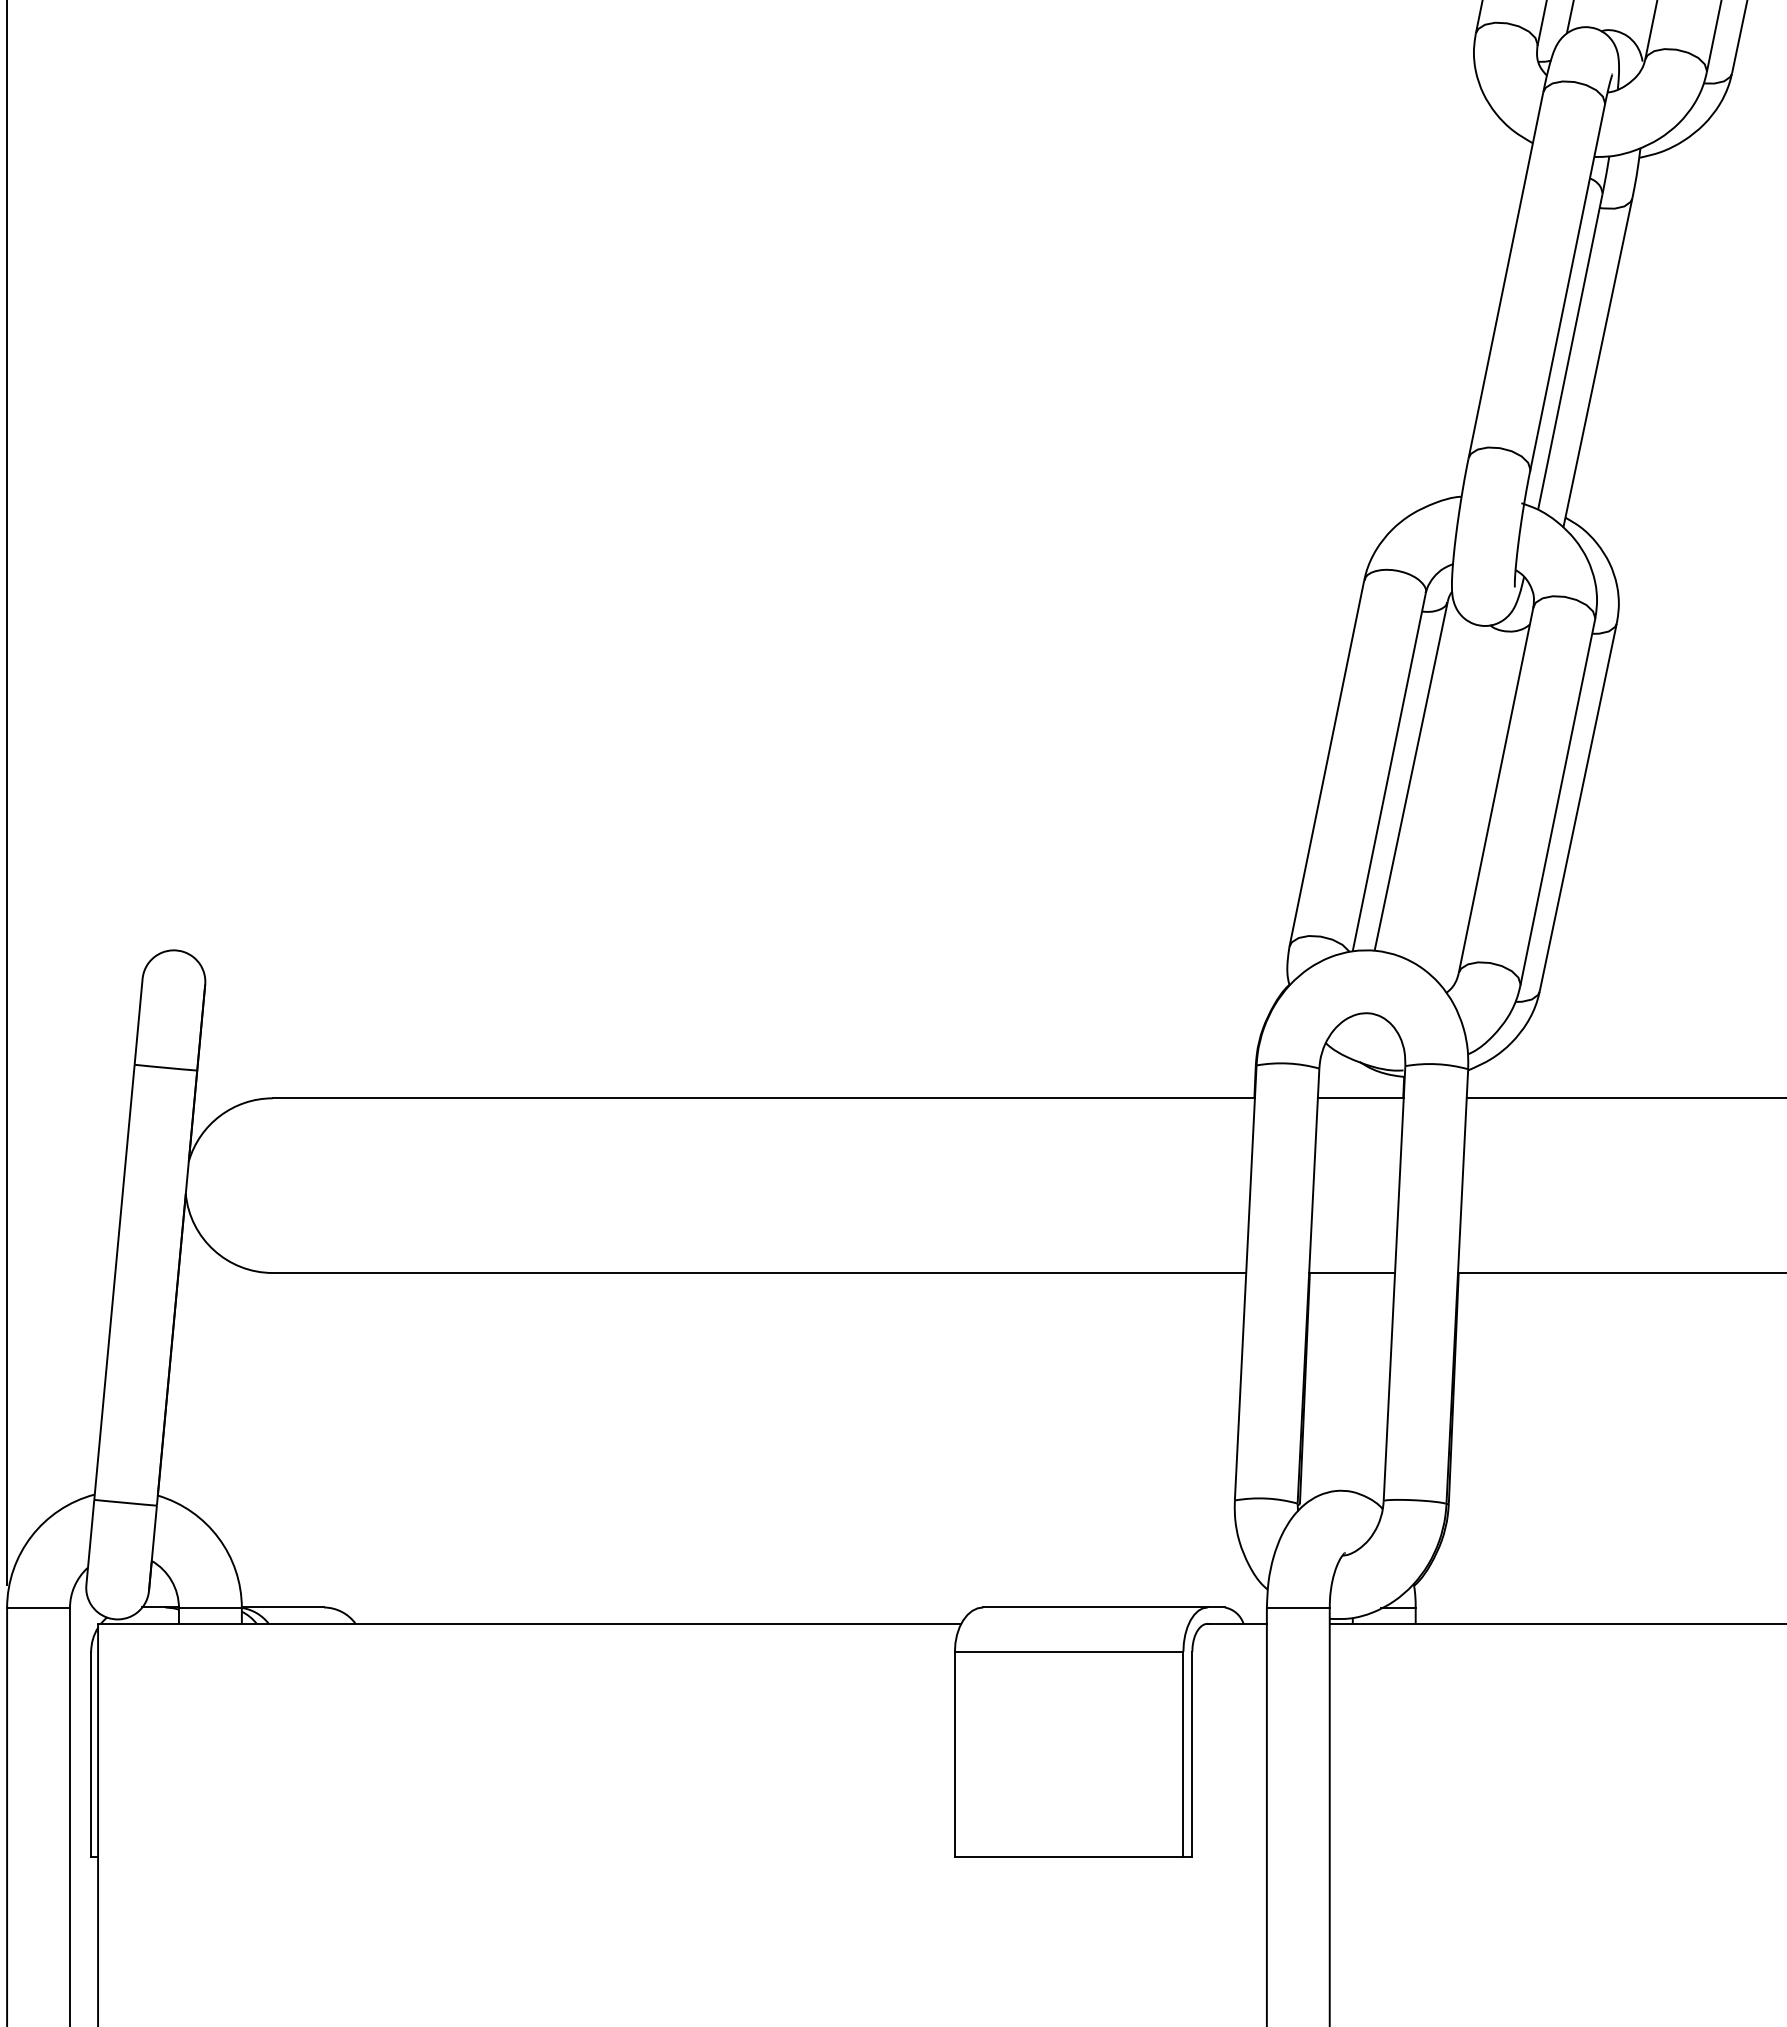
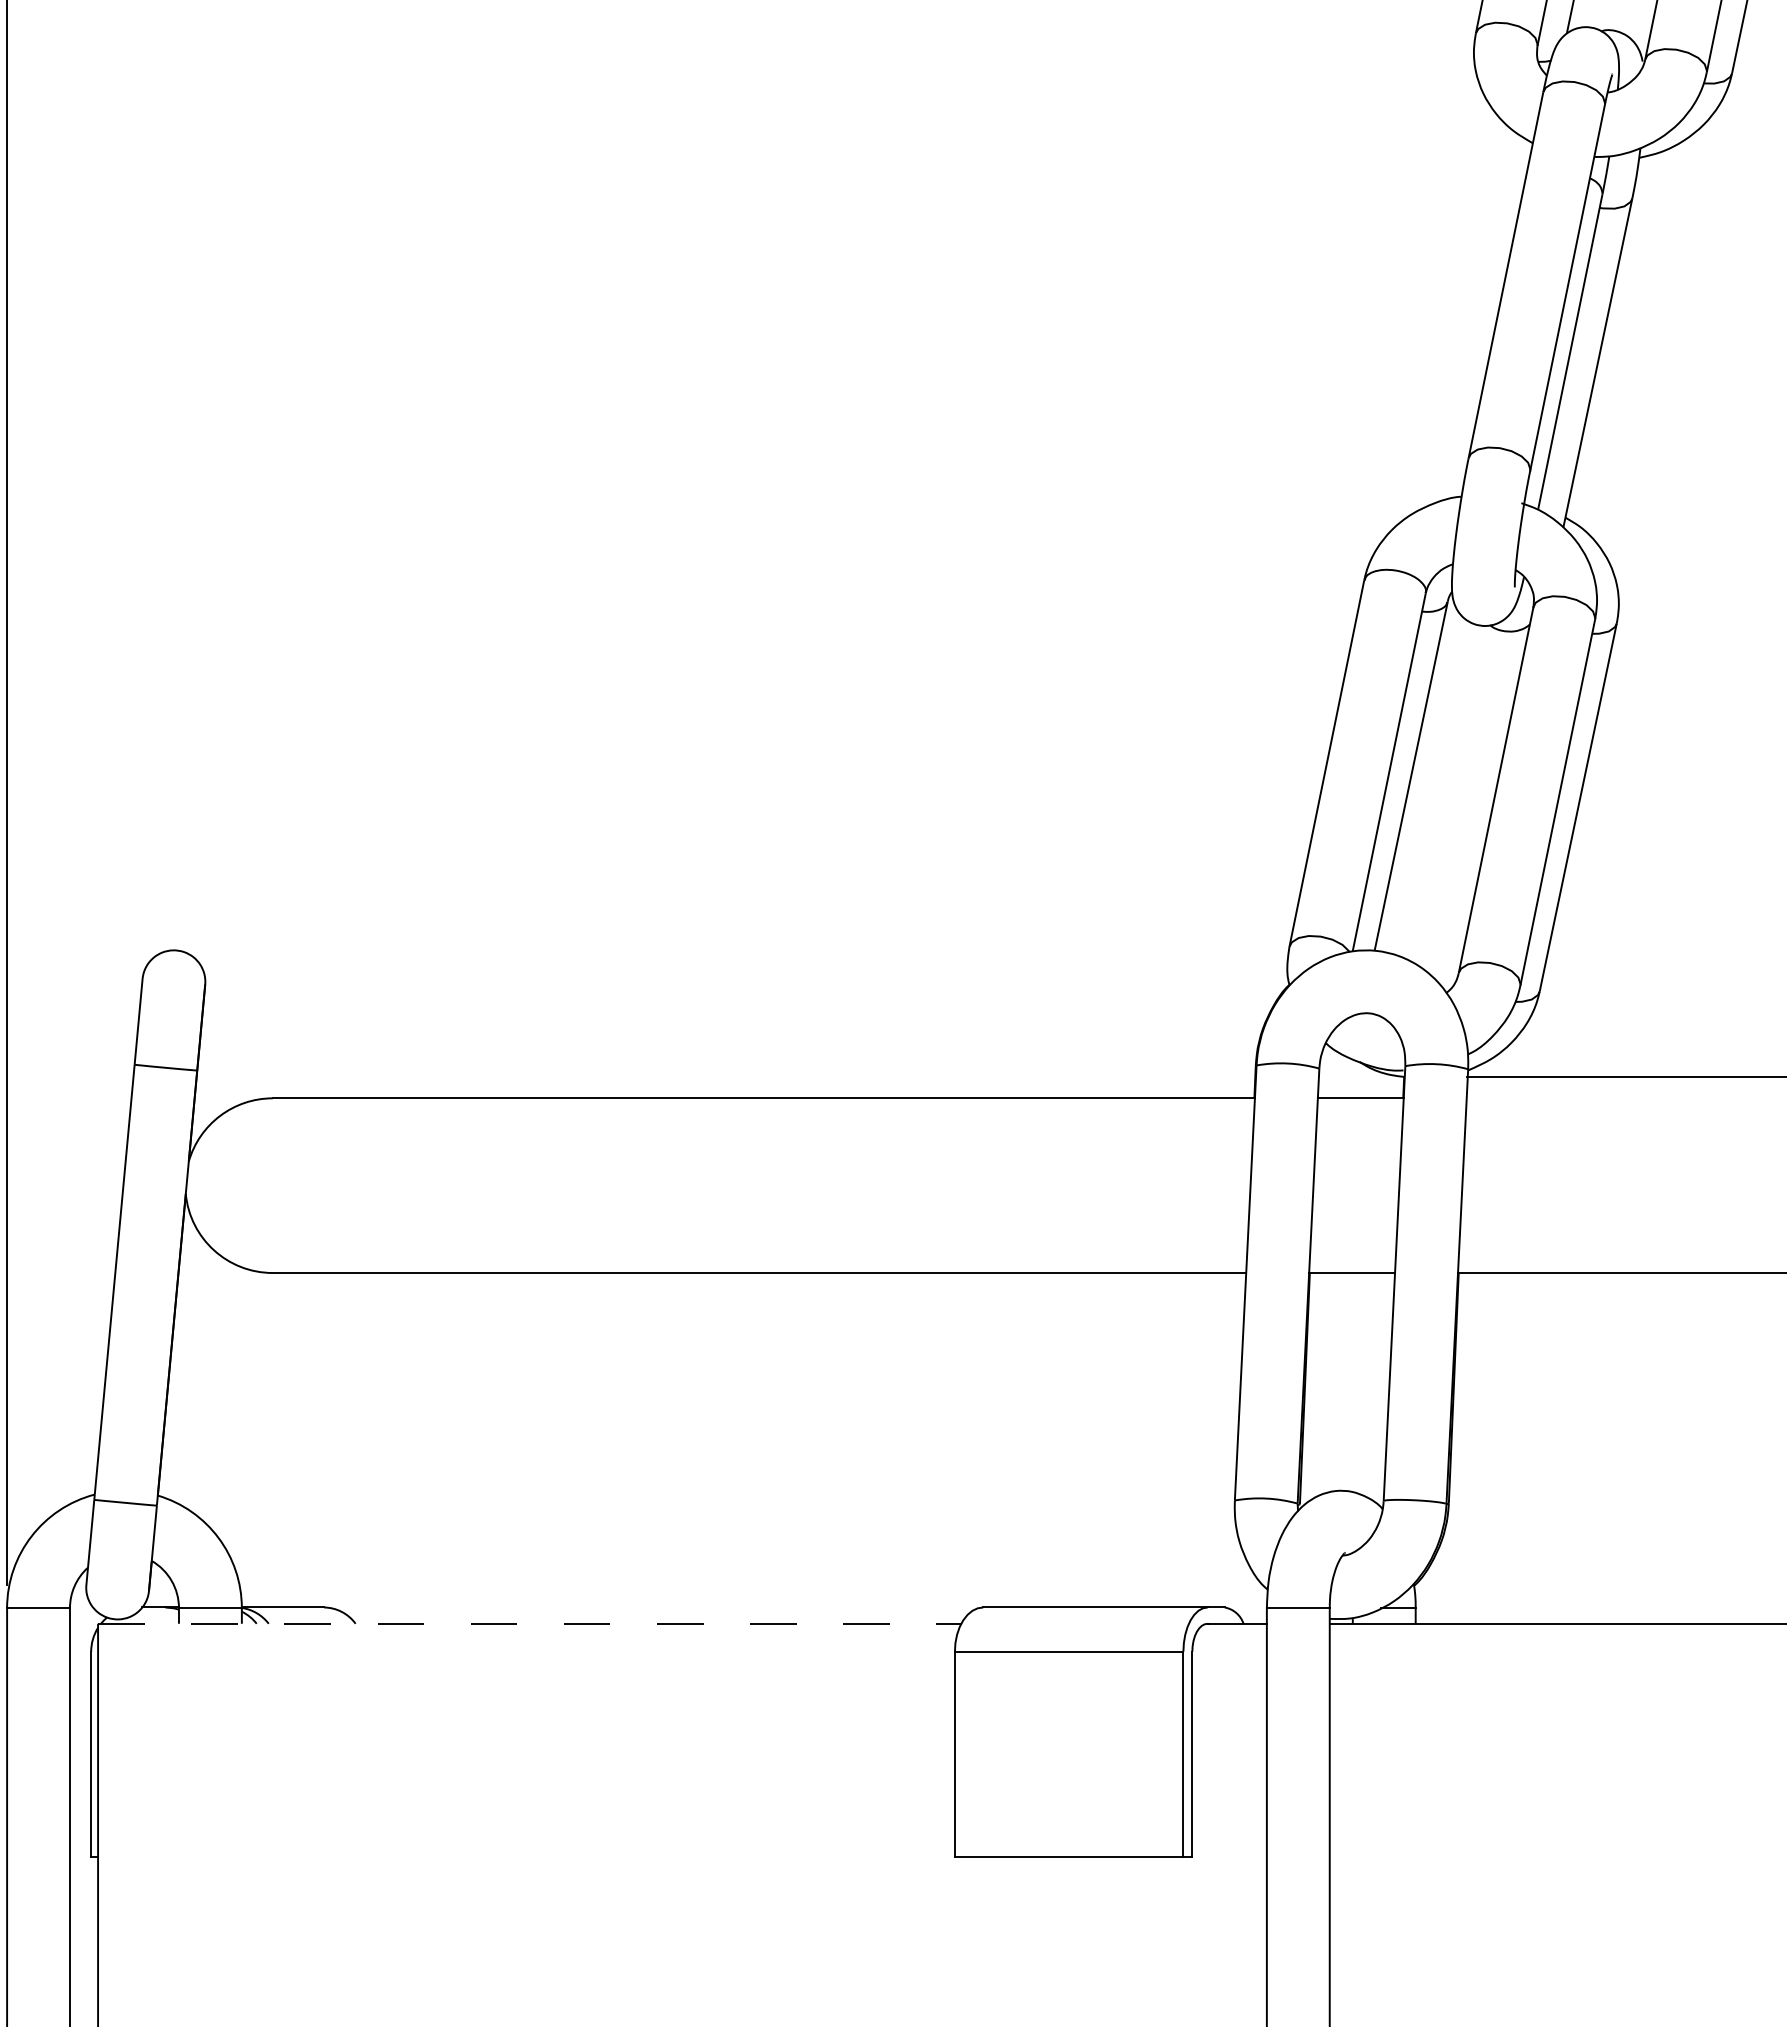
line at (1624, 1098) position: (1624, 1098) -> (1624, 1077)
line at (529, 1623): solid -> dashed
